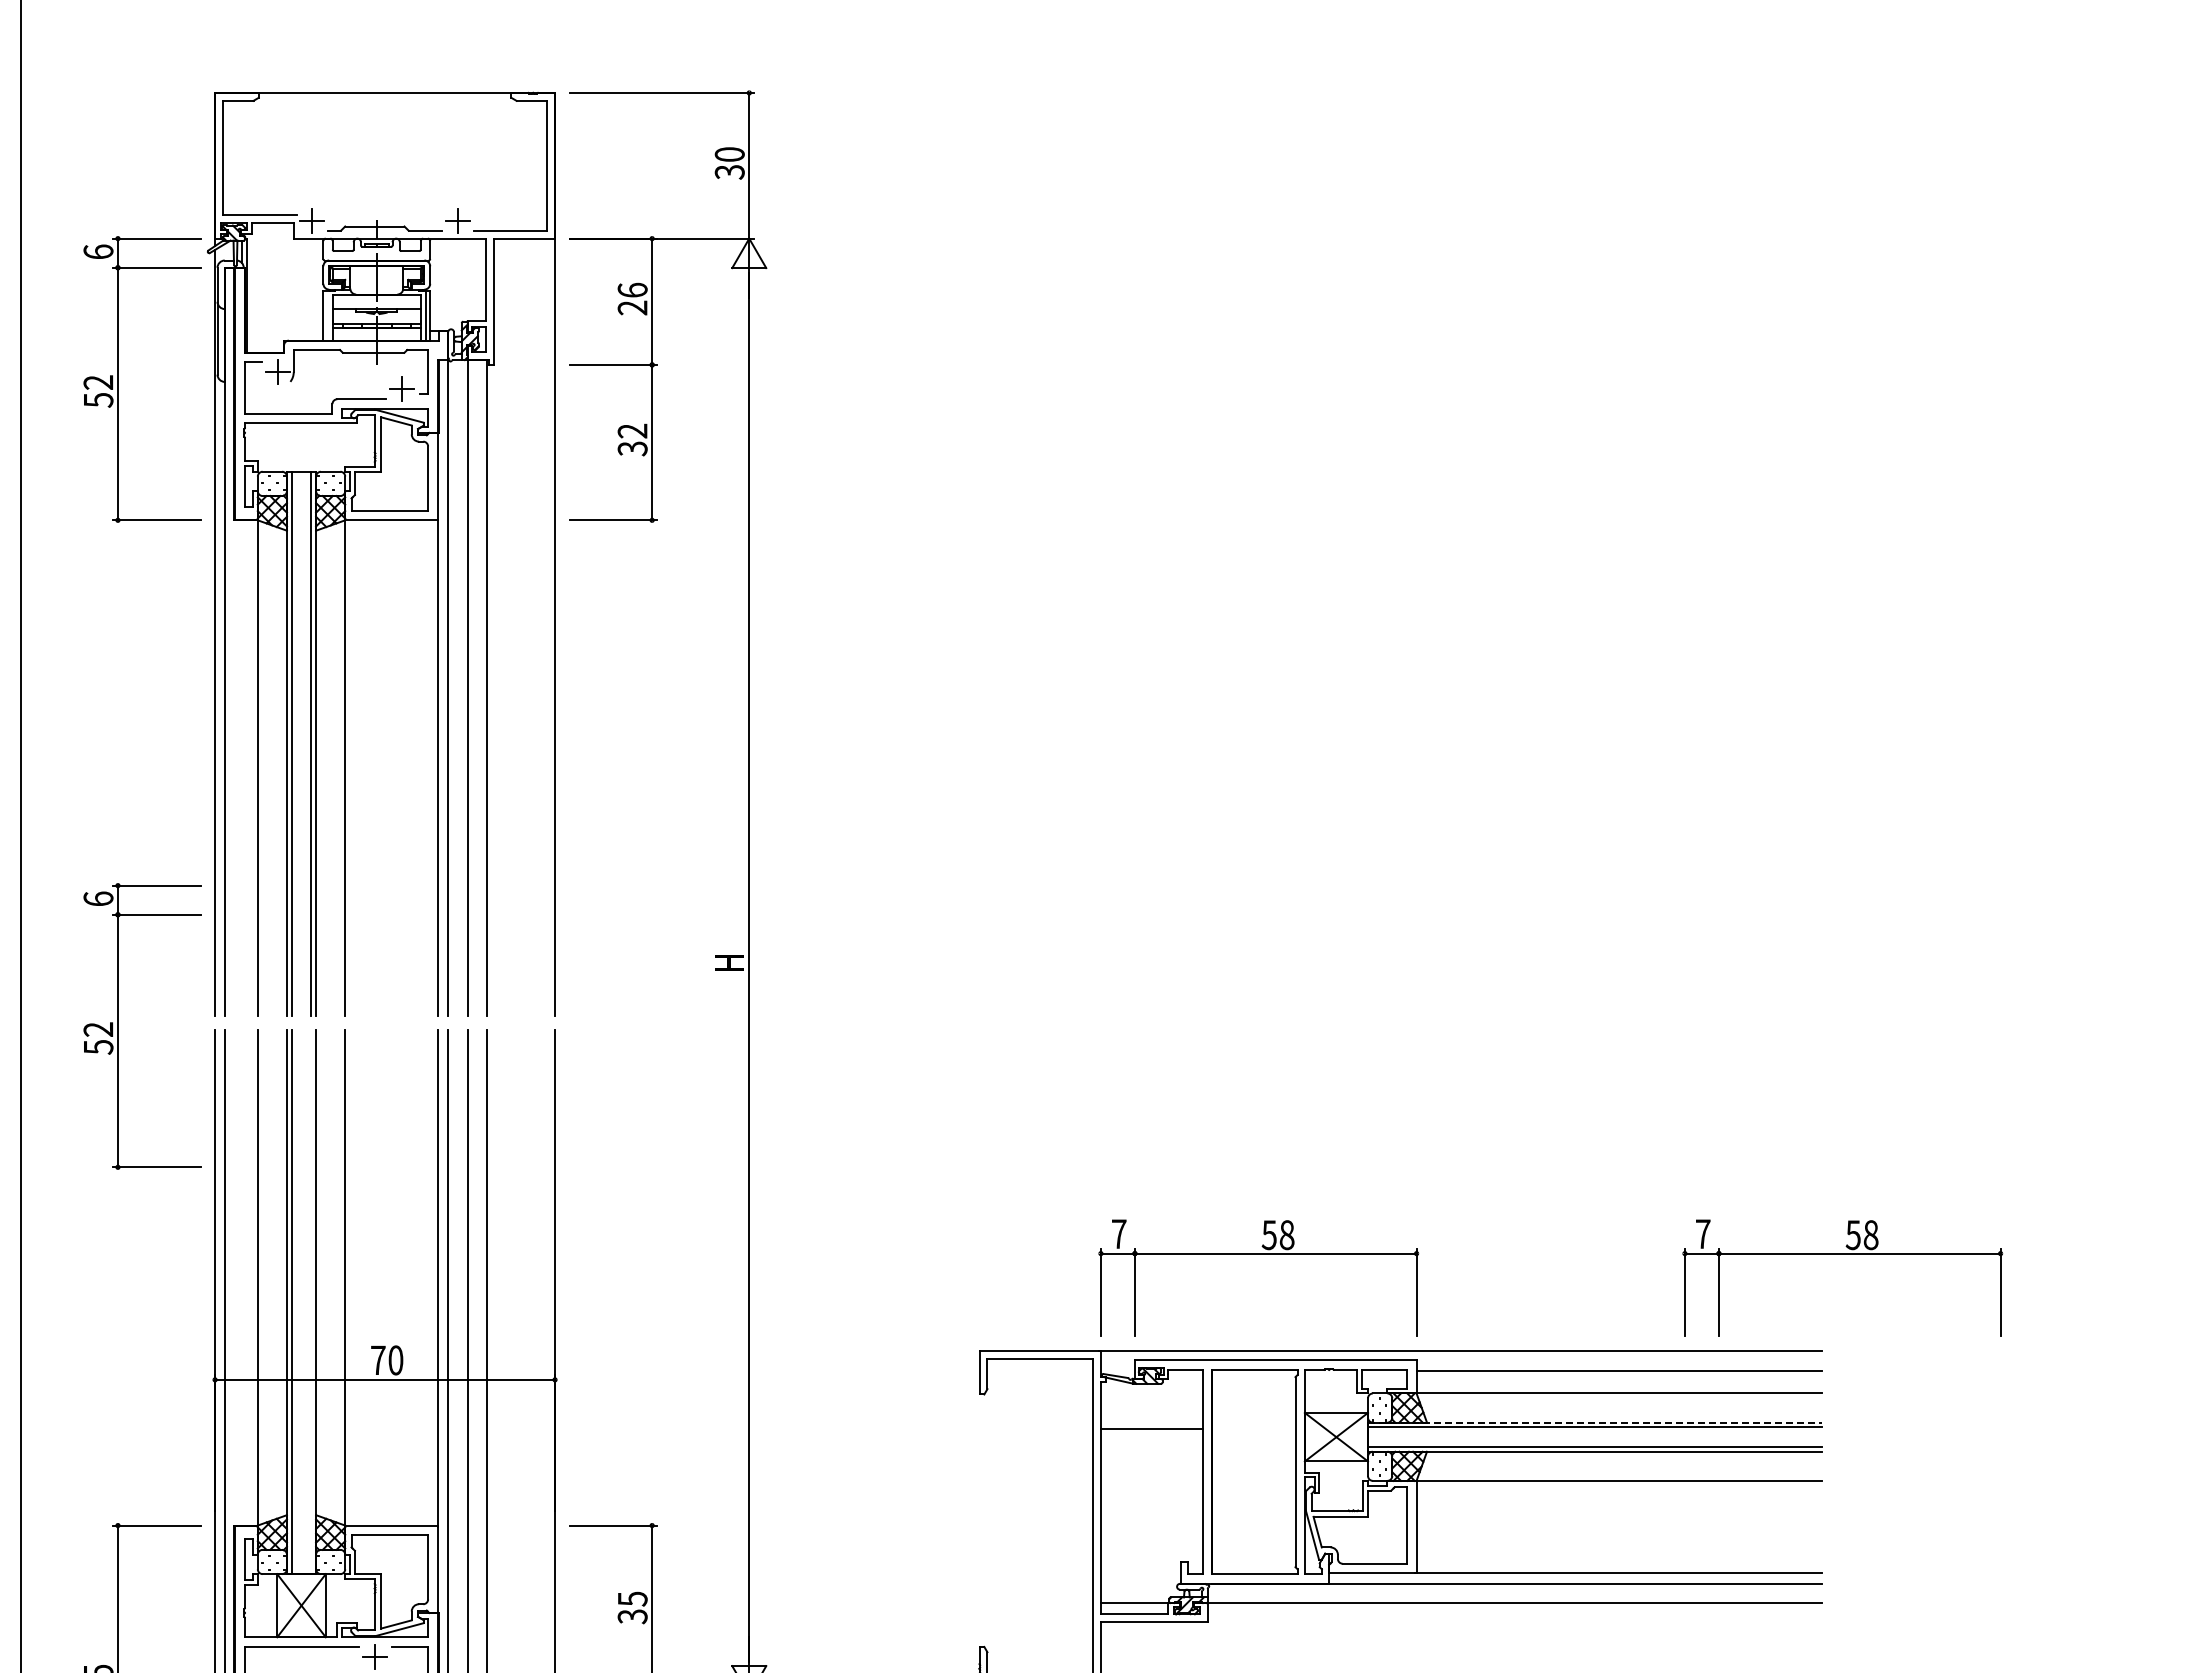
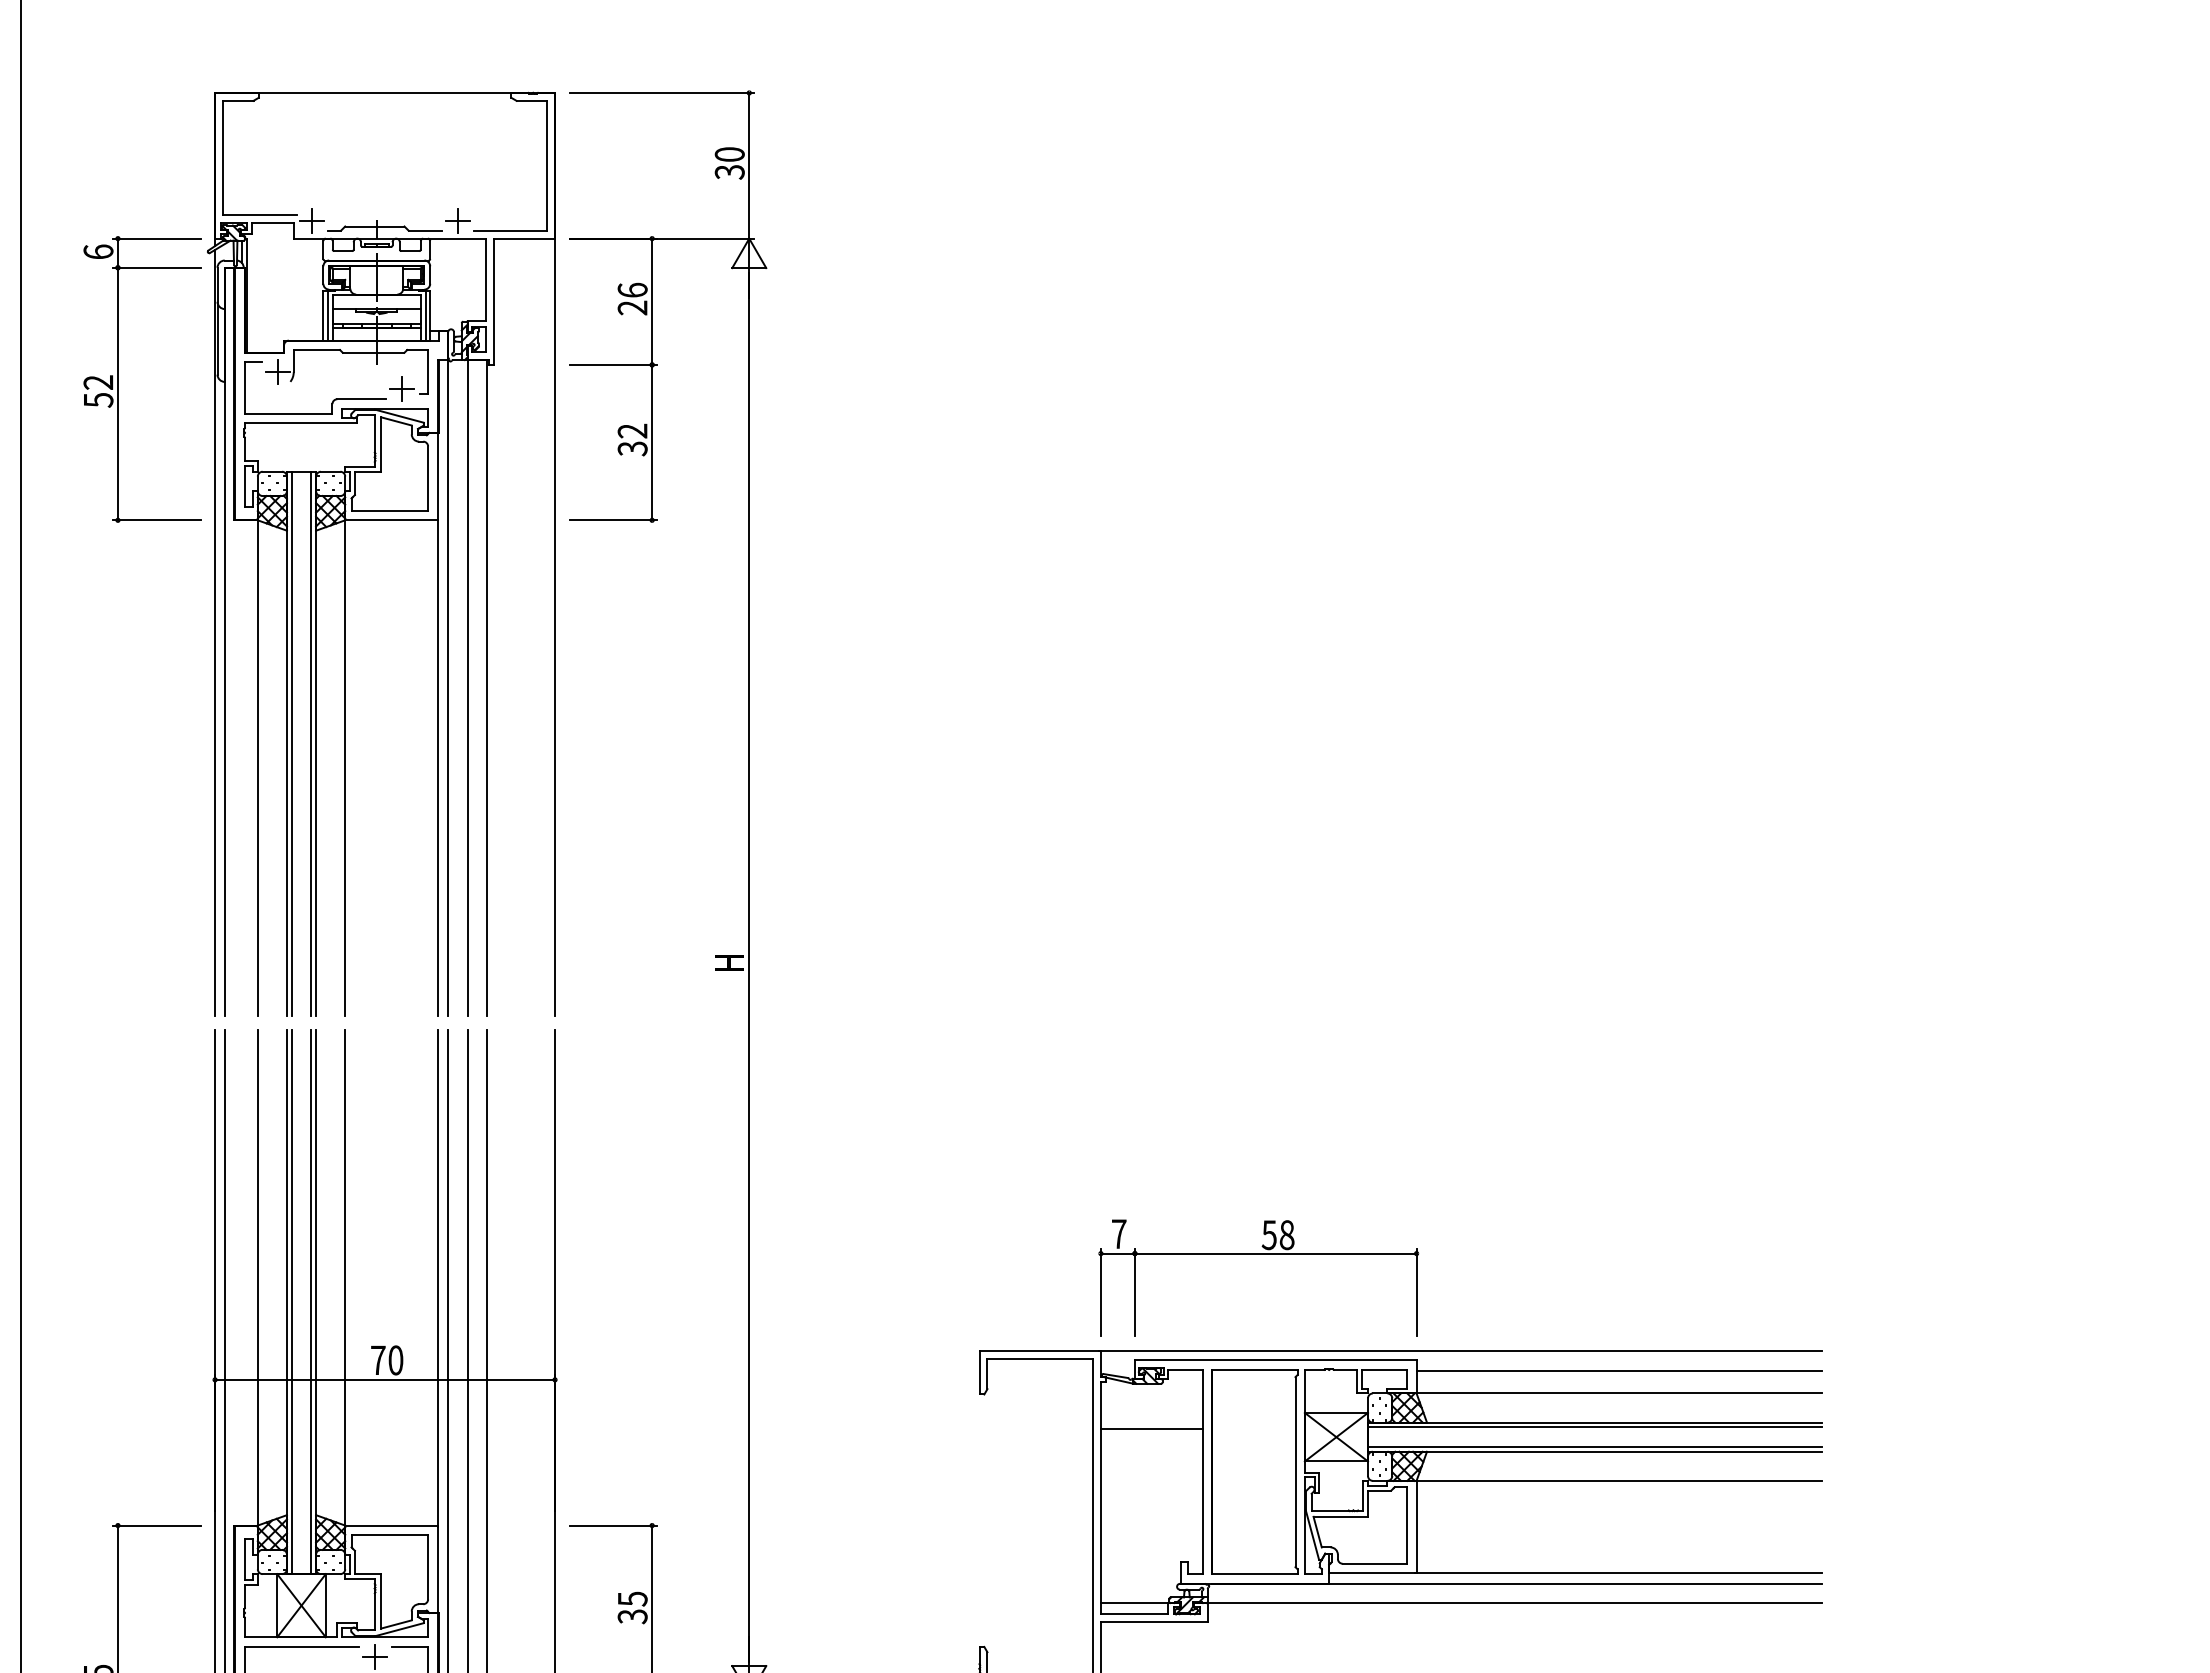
line at (327, 315): none -> present
part at (118, 1026): present -> none
part at (1842, 1254): present -> none
line at (311, 1302): none -> present
line at (1595, 1422): dashed -> solid
